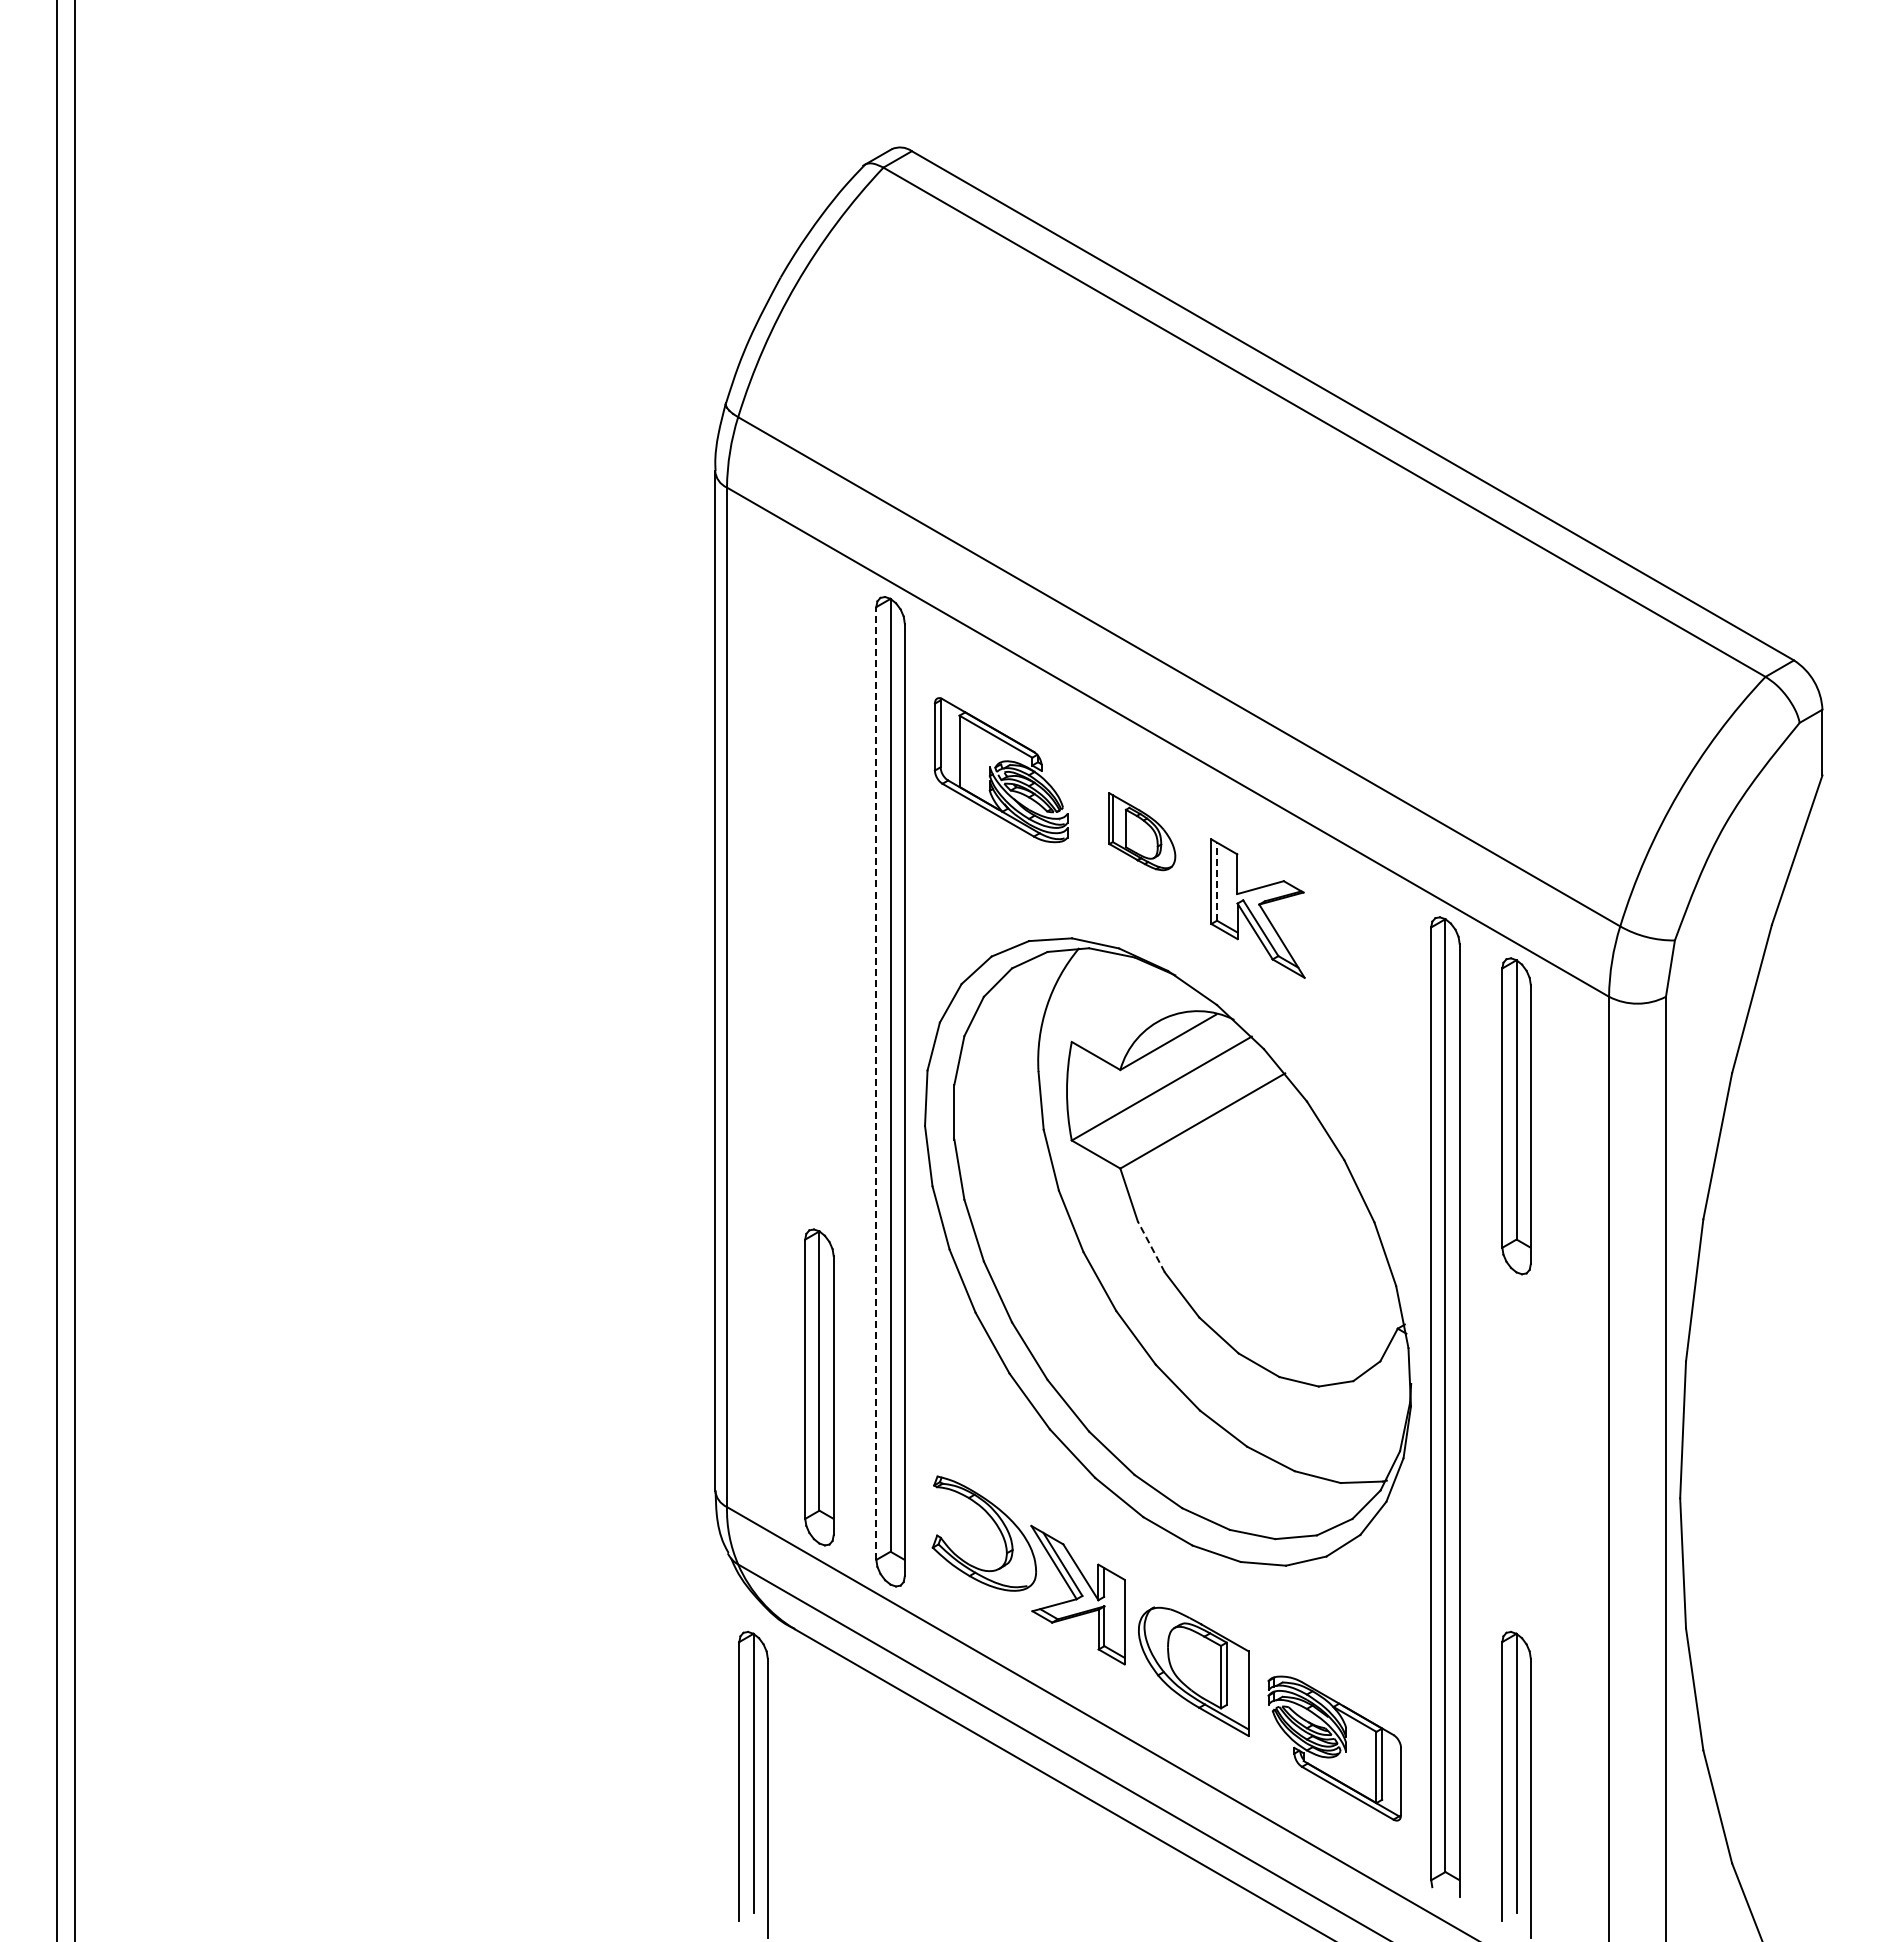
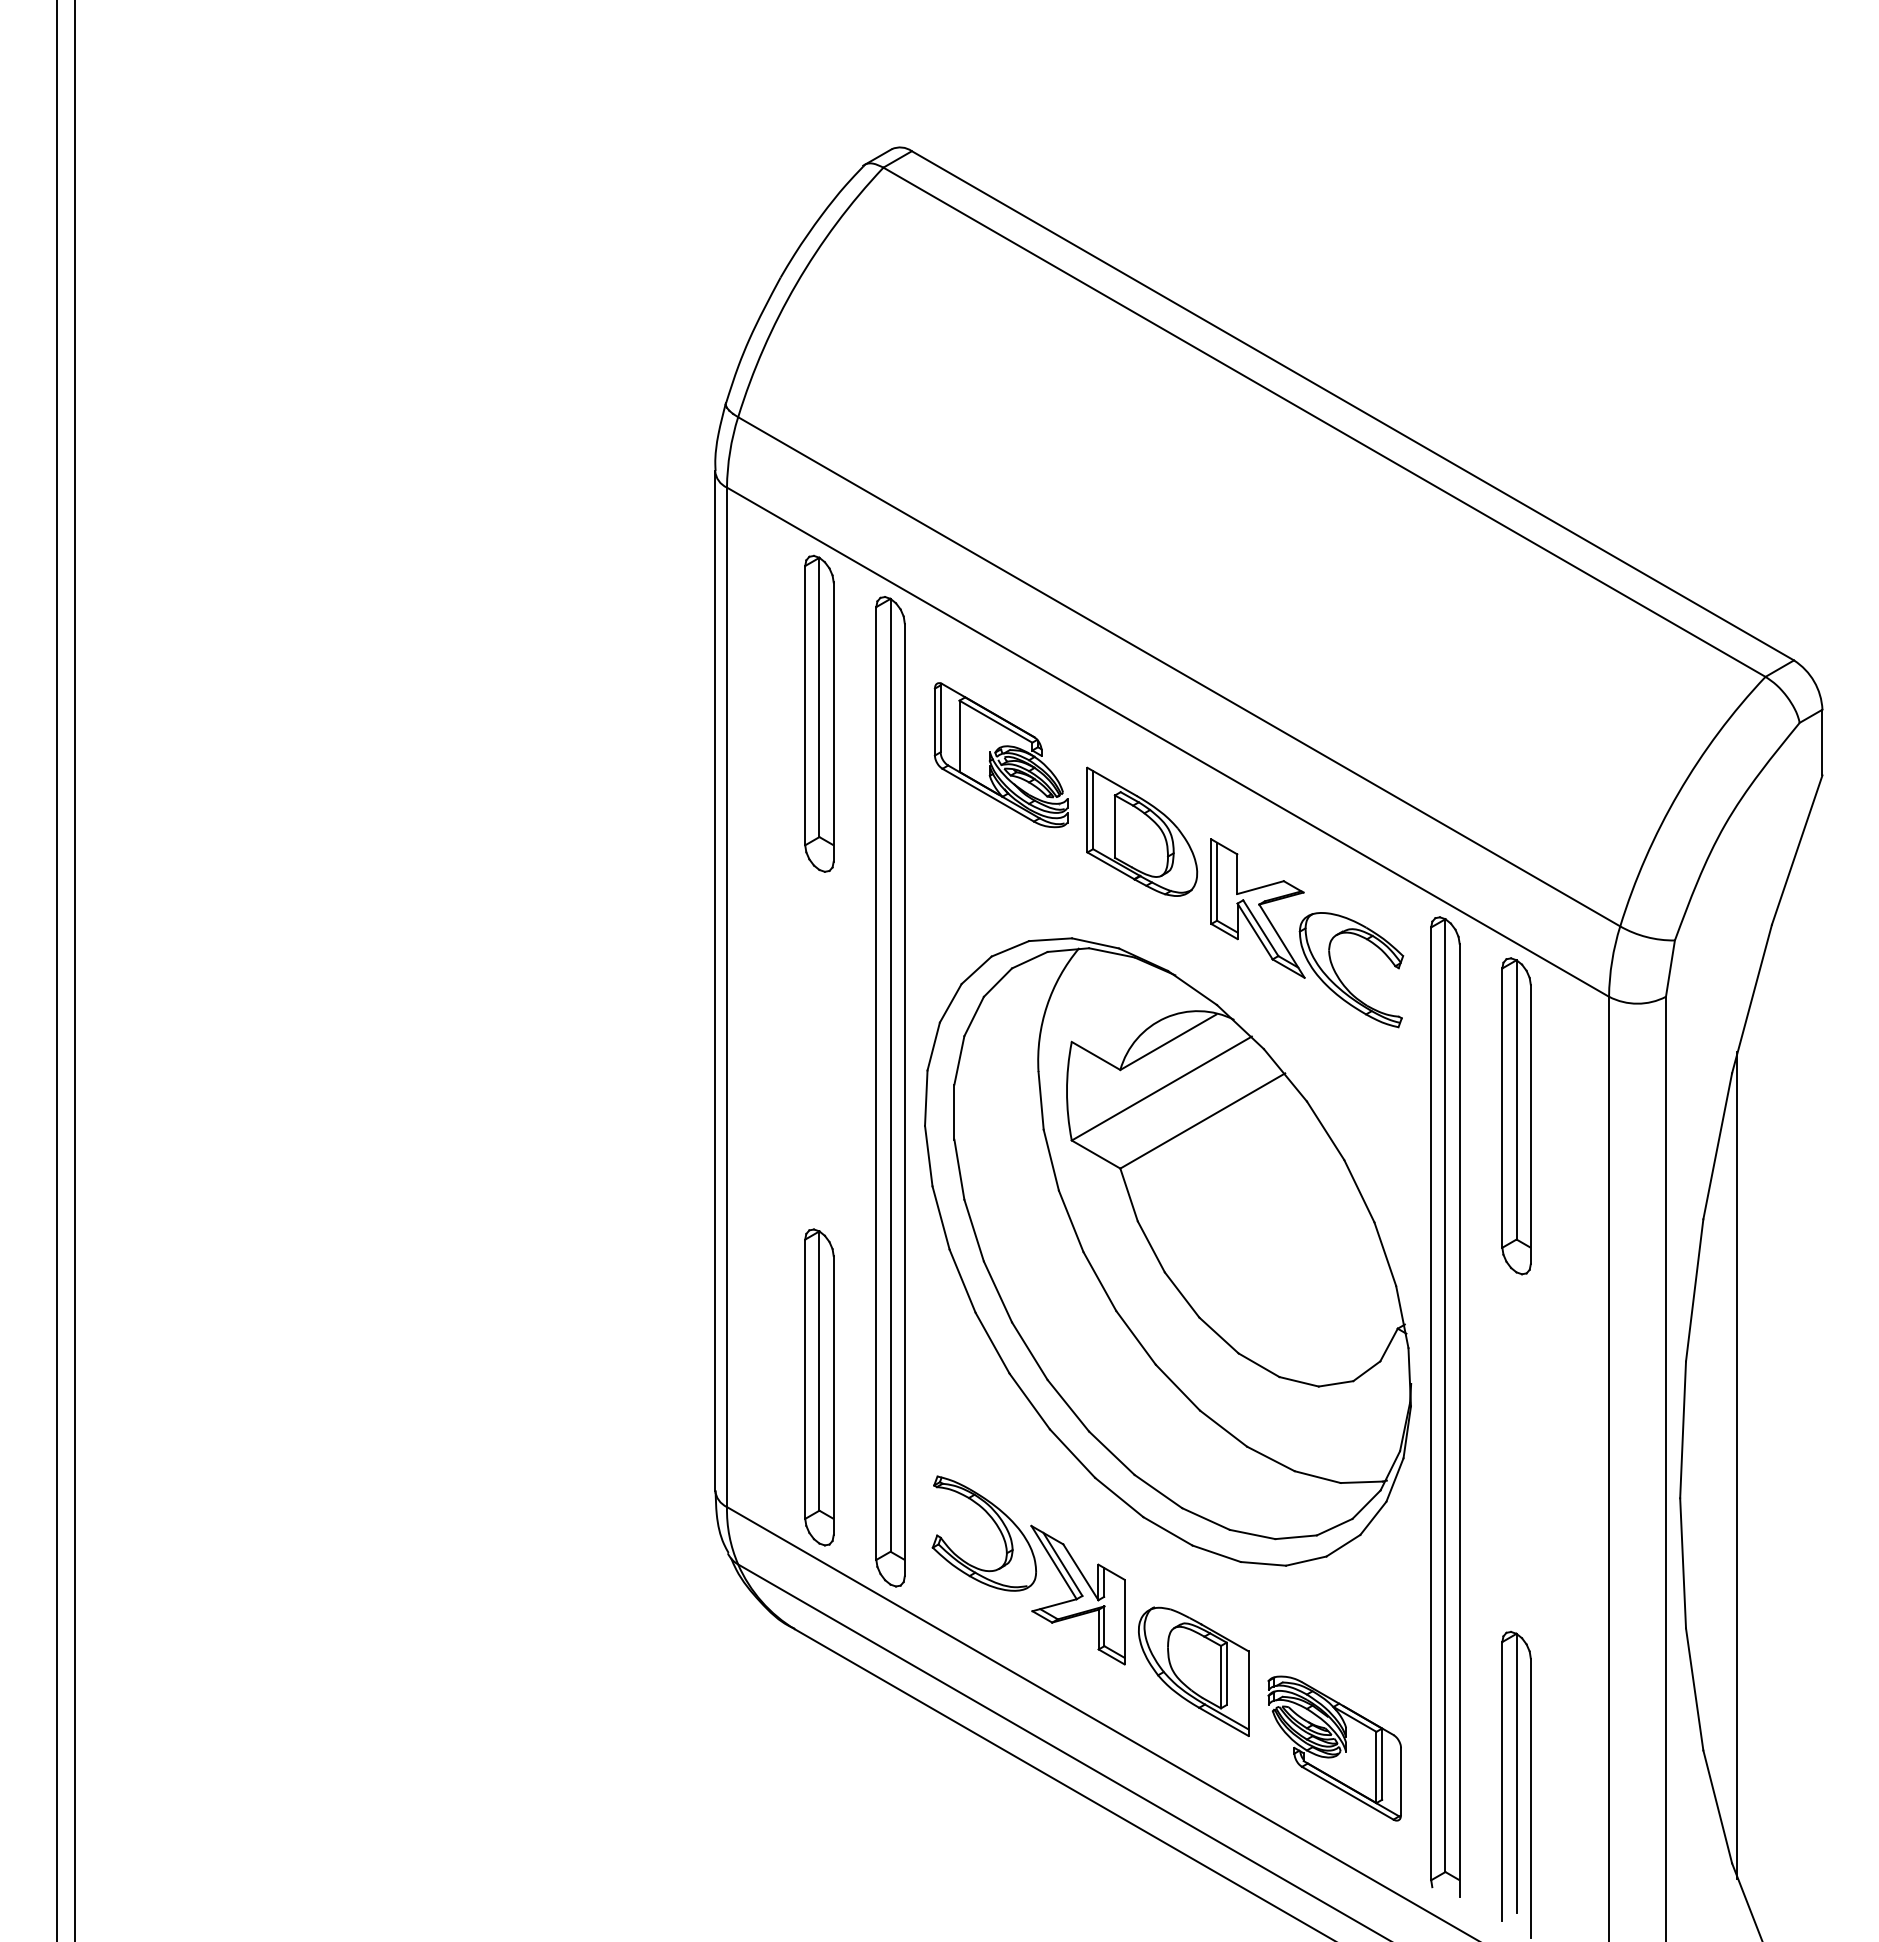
part at (819, 713): none -> present
part at (1000, 770) position: (1000, 770) -> (1000, 755)
part at (1142, 831) size: 69x80 px -> 113x131 px
line at (1217, 881): dashed -> solid
part at (1339, 977): none -> present
line at (876, 1083): dashed -> solid
line at (1151, 1246): dashed -> solid
line at (1737, 1465): none -> present
part at (753, 1784): present -> none
